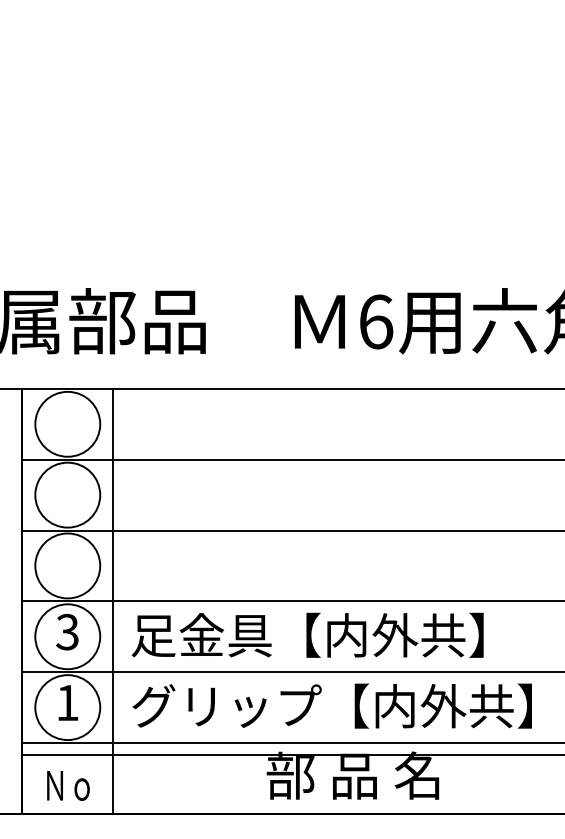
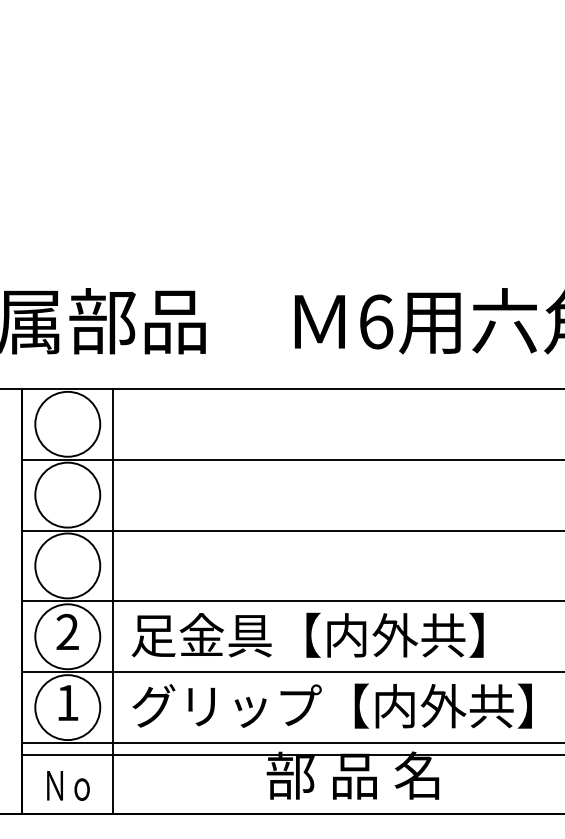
text at (67, 632): 3 -> 2
